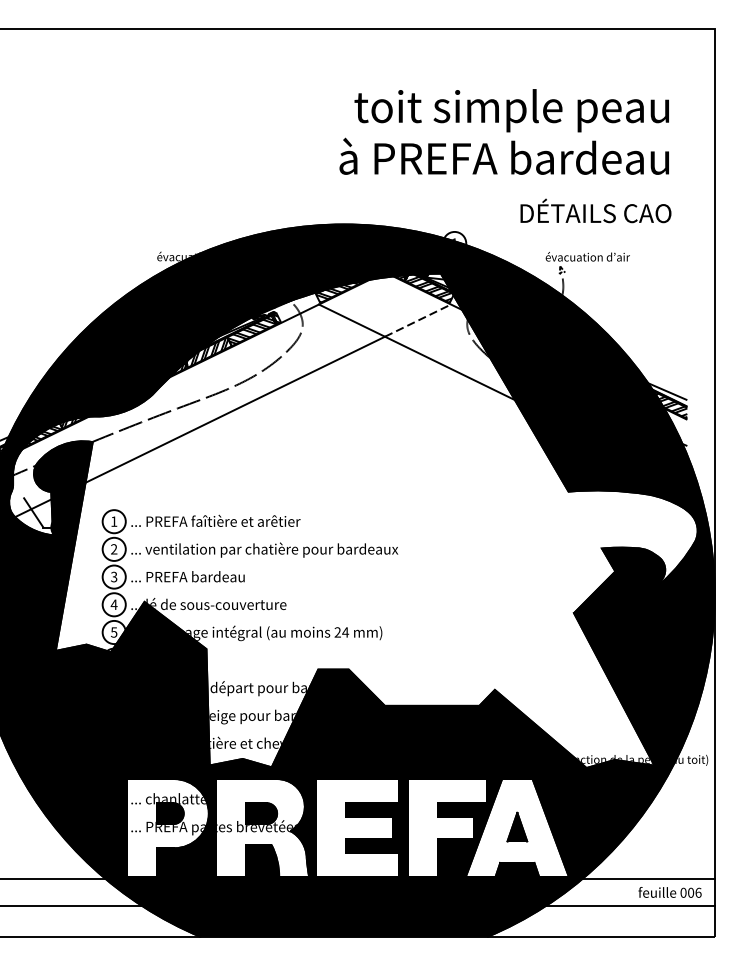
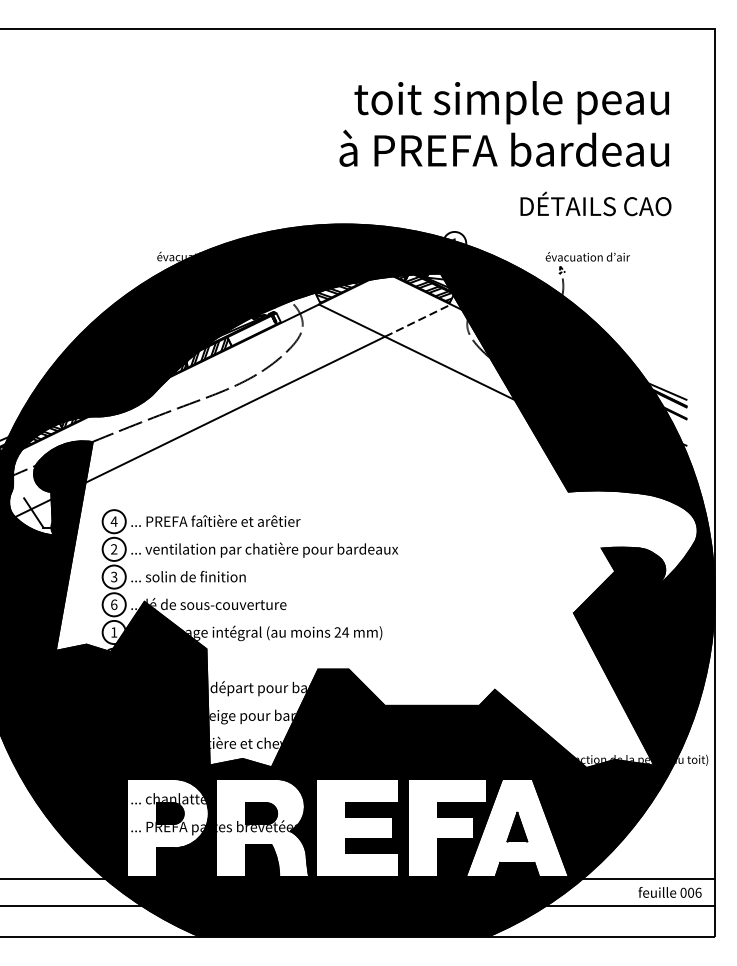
text at (503, 131) position: (503, 131) -> (503, 123)
text at (595, 210) position: (595, 210) -> (595, 203)
hatch at (253, 328): present -> none
hatch at (668, 404): present -> none
text at (113, 521): 1 -> 4
text at (195, 576): ... PREFA bardeau -> ... solin de finition
text at (113, 604): 4 -> 6
text at (114, 632): 5 -> 1
